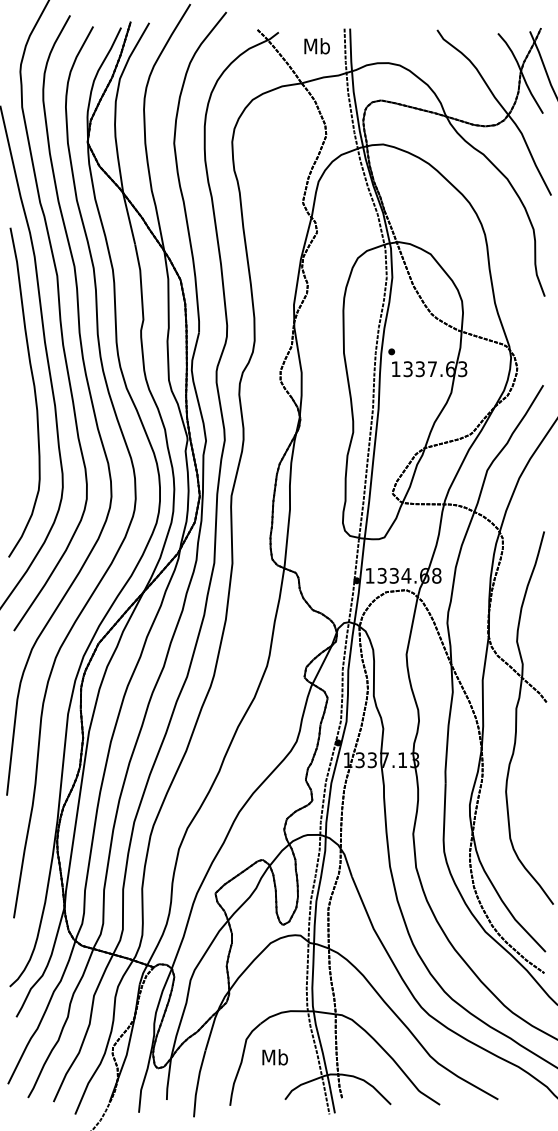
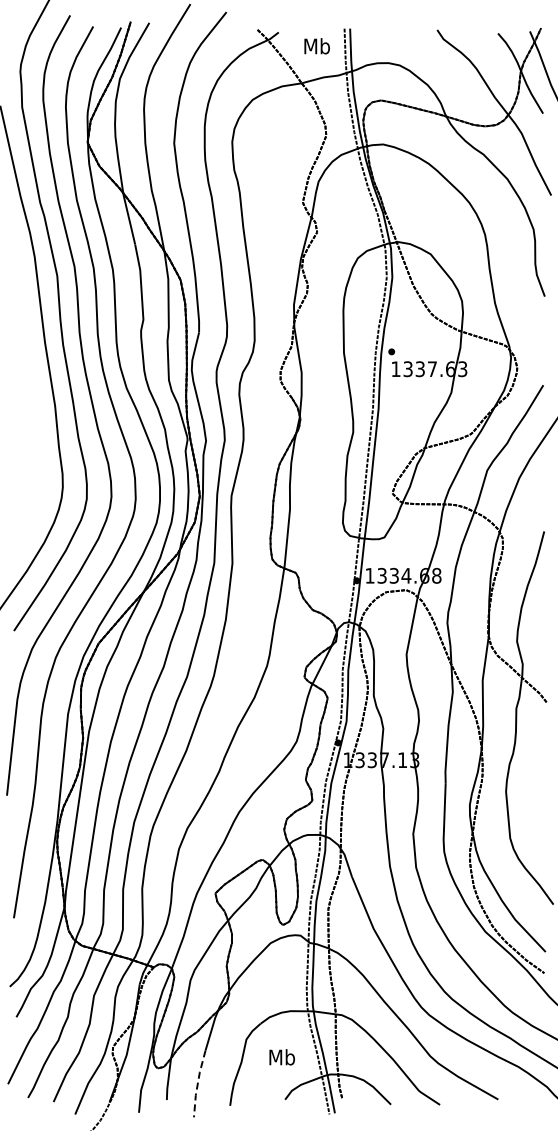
curve at (33, 389): present -> none
text at (274, 1057) position: (274, 1057) -> (281, 1057)
line at (197, 1083): solid -> dashed
